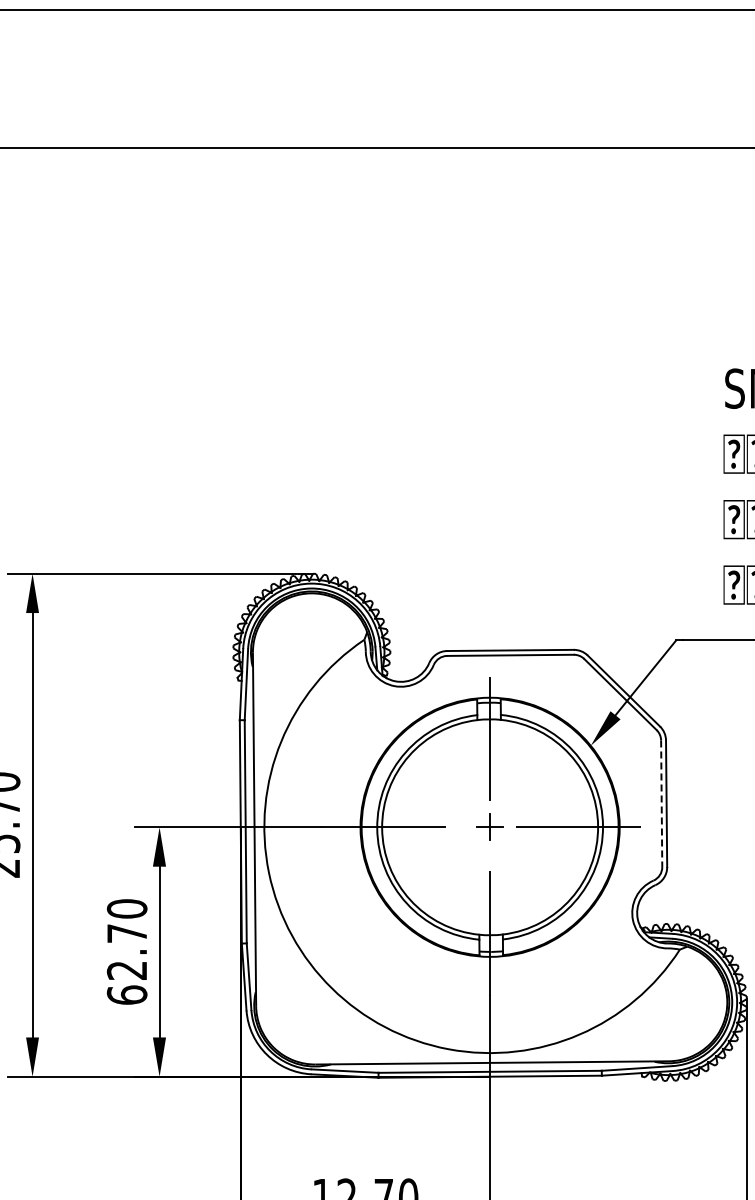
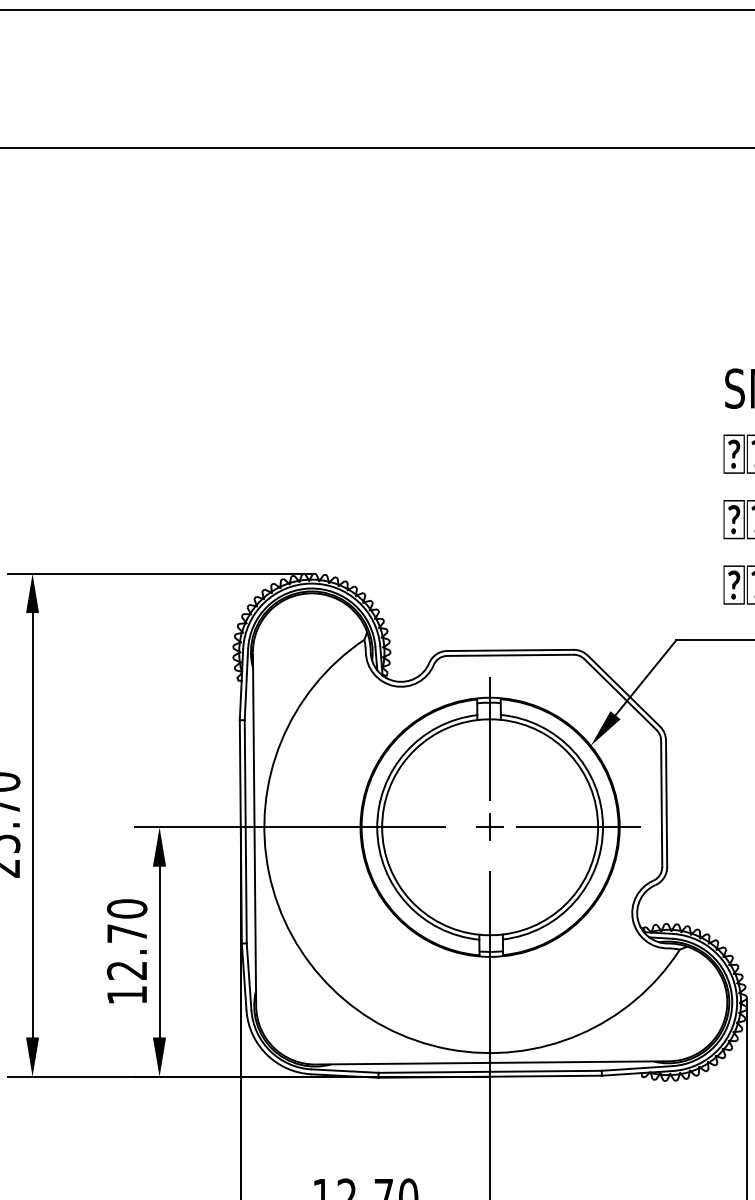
line at (661, 804): dashed -> solid
text at (126, 994): 62.70 -> 12.70
